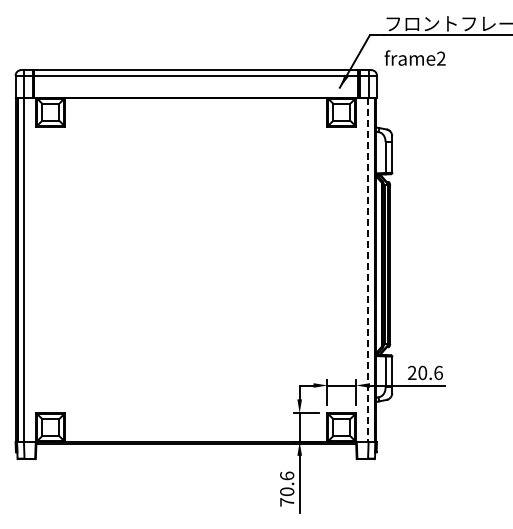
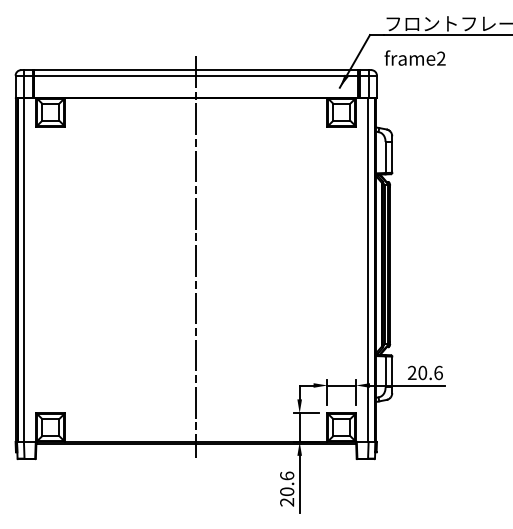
line at (196, 256): none -> present
line at (368, 269): dashed -> solid
text at (287, 502): 70.6 -> 20.6
